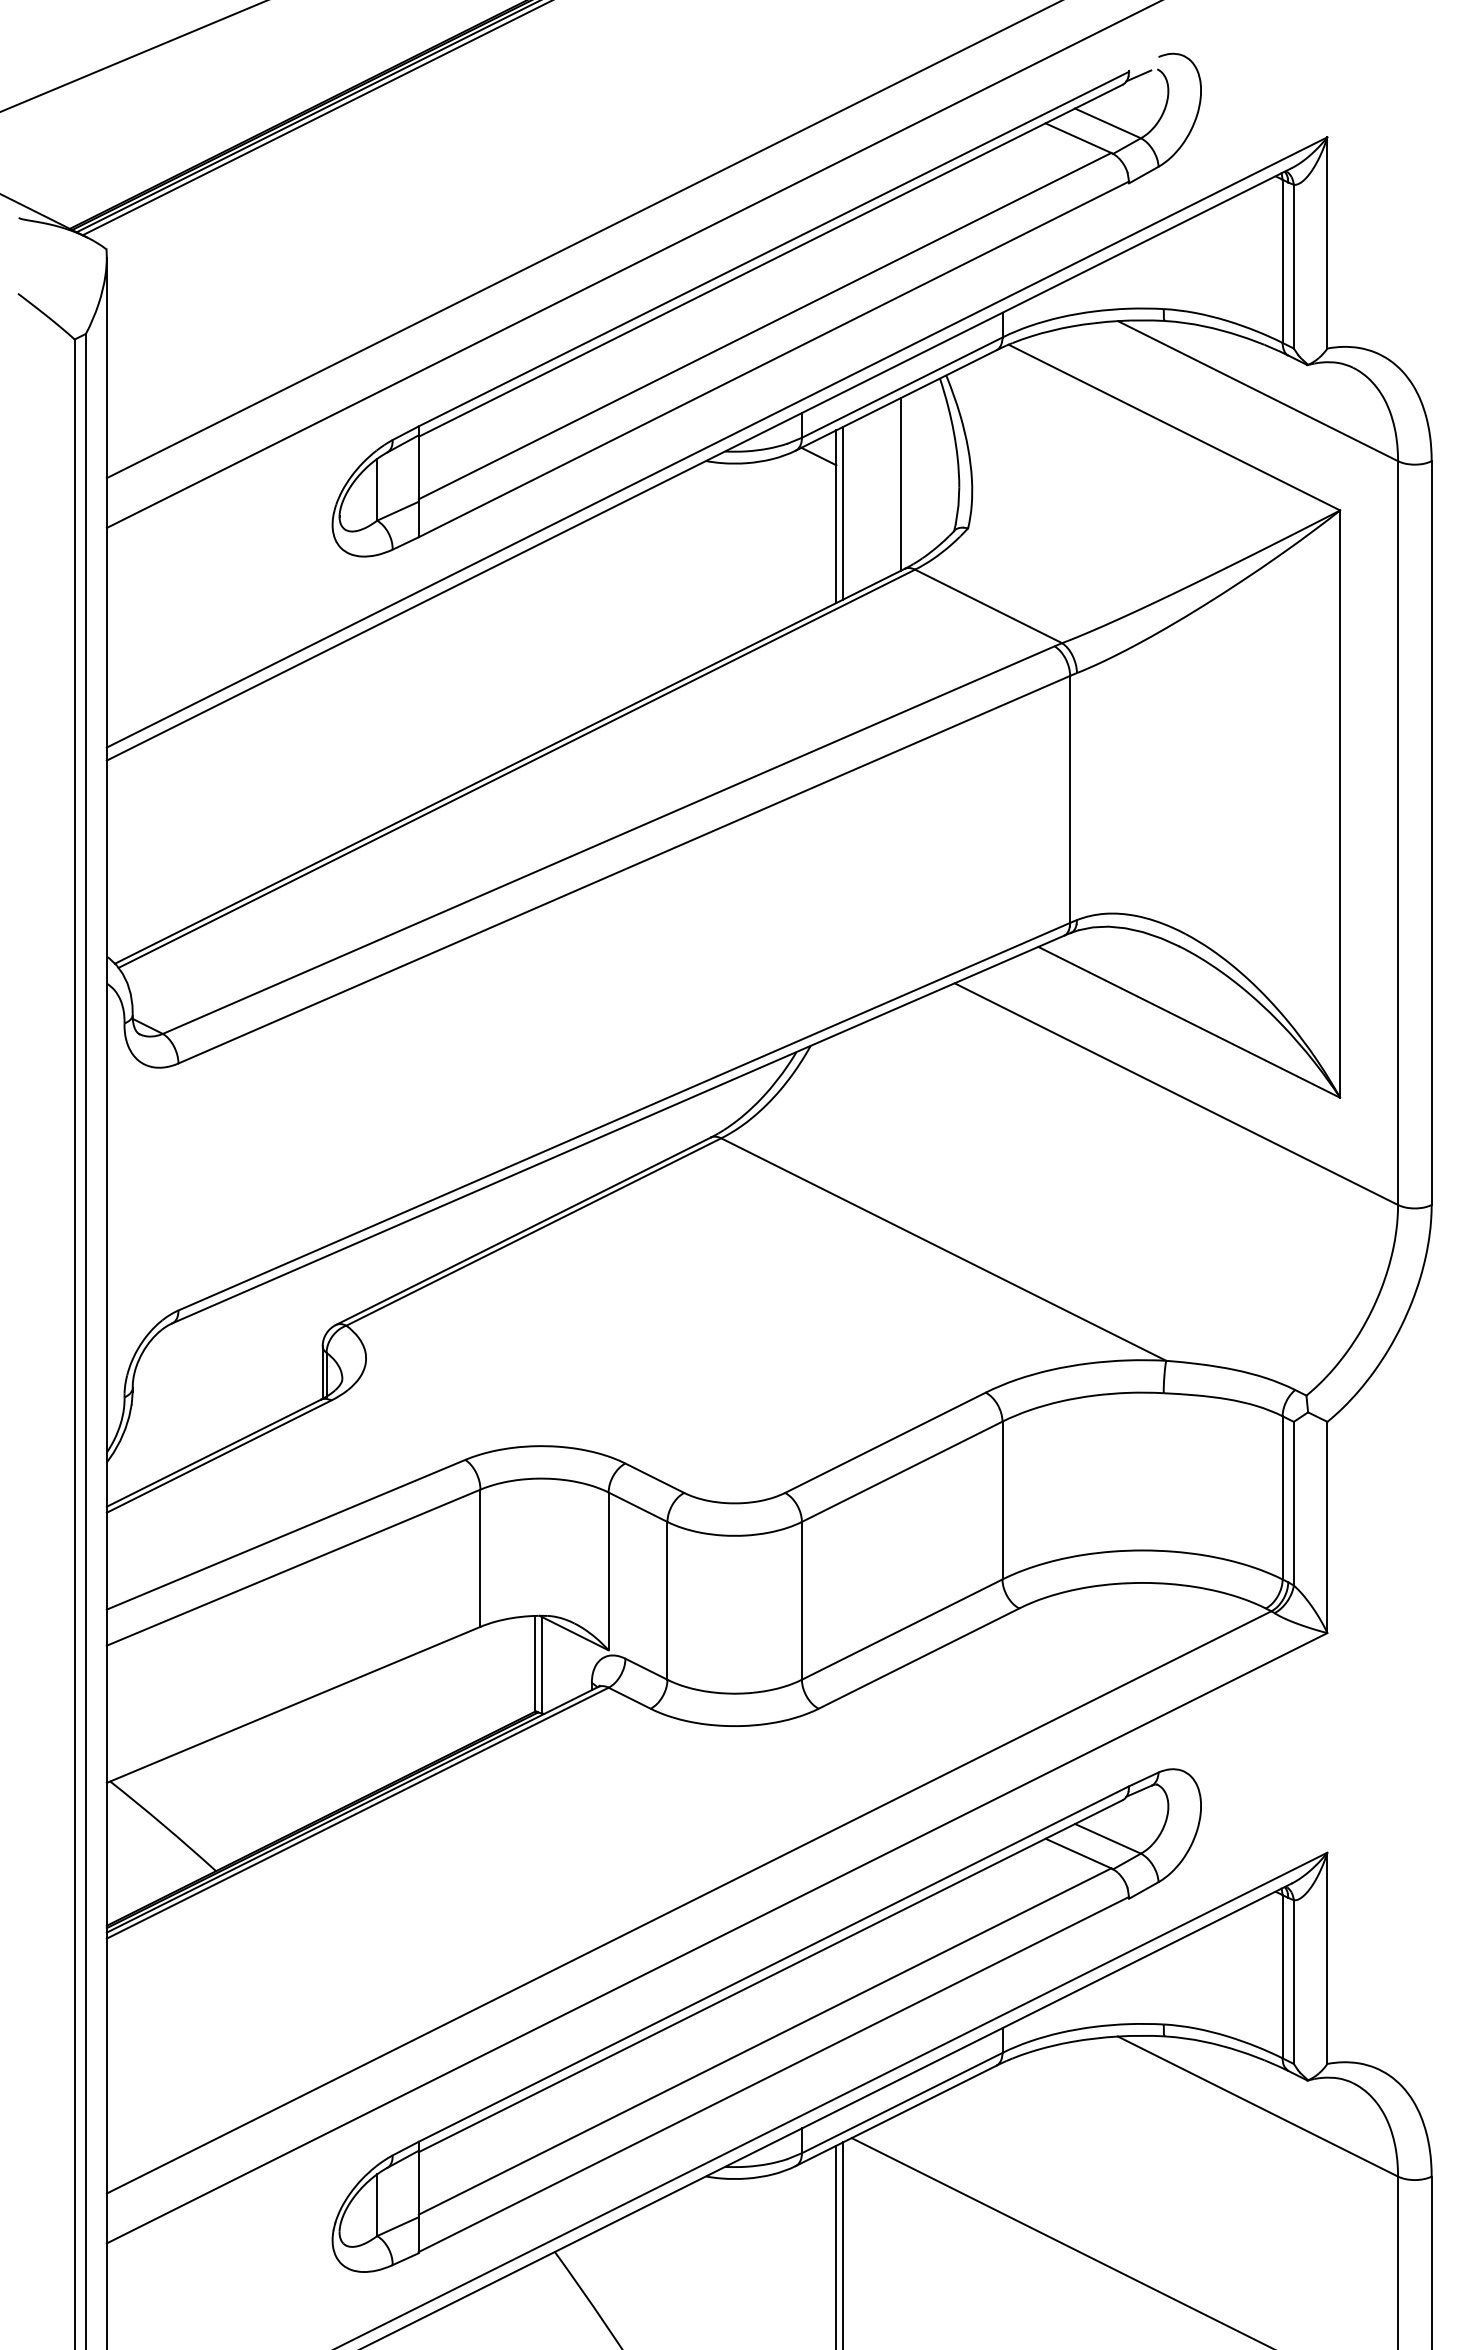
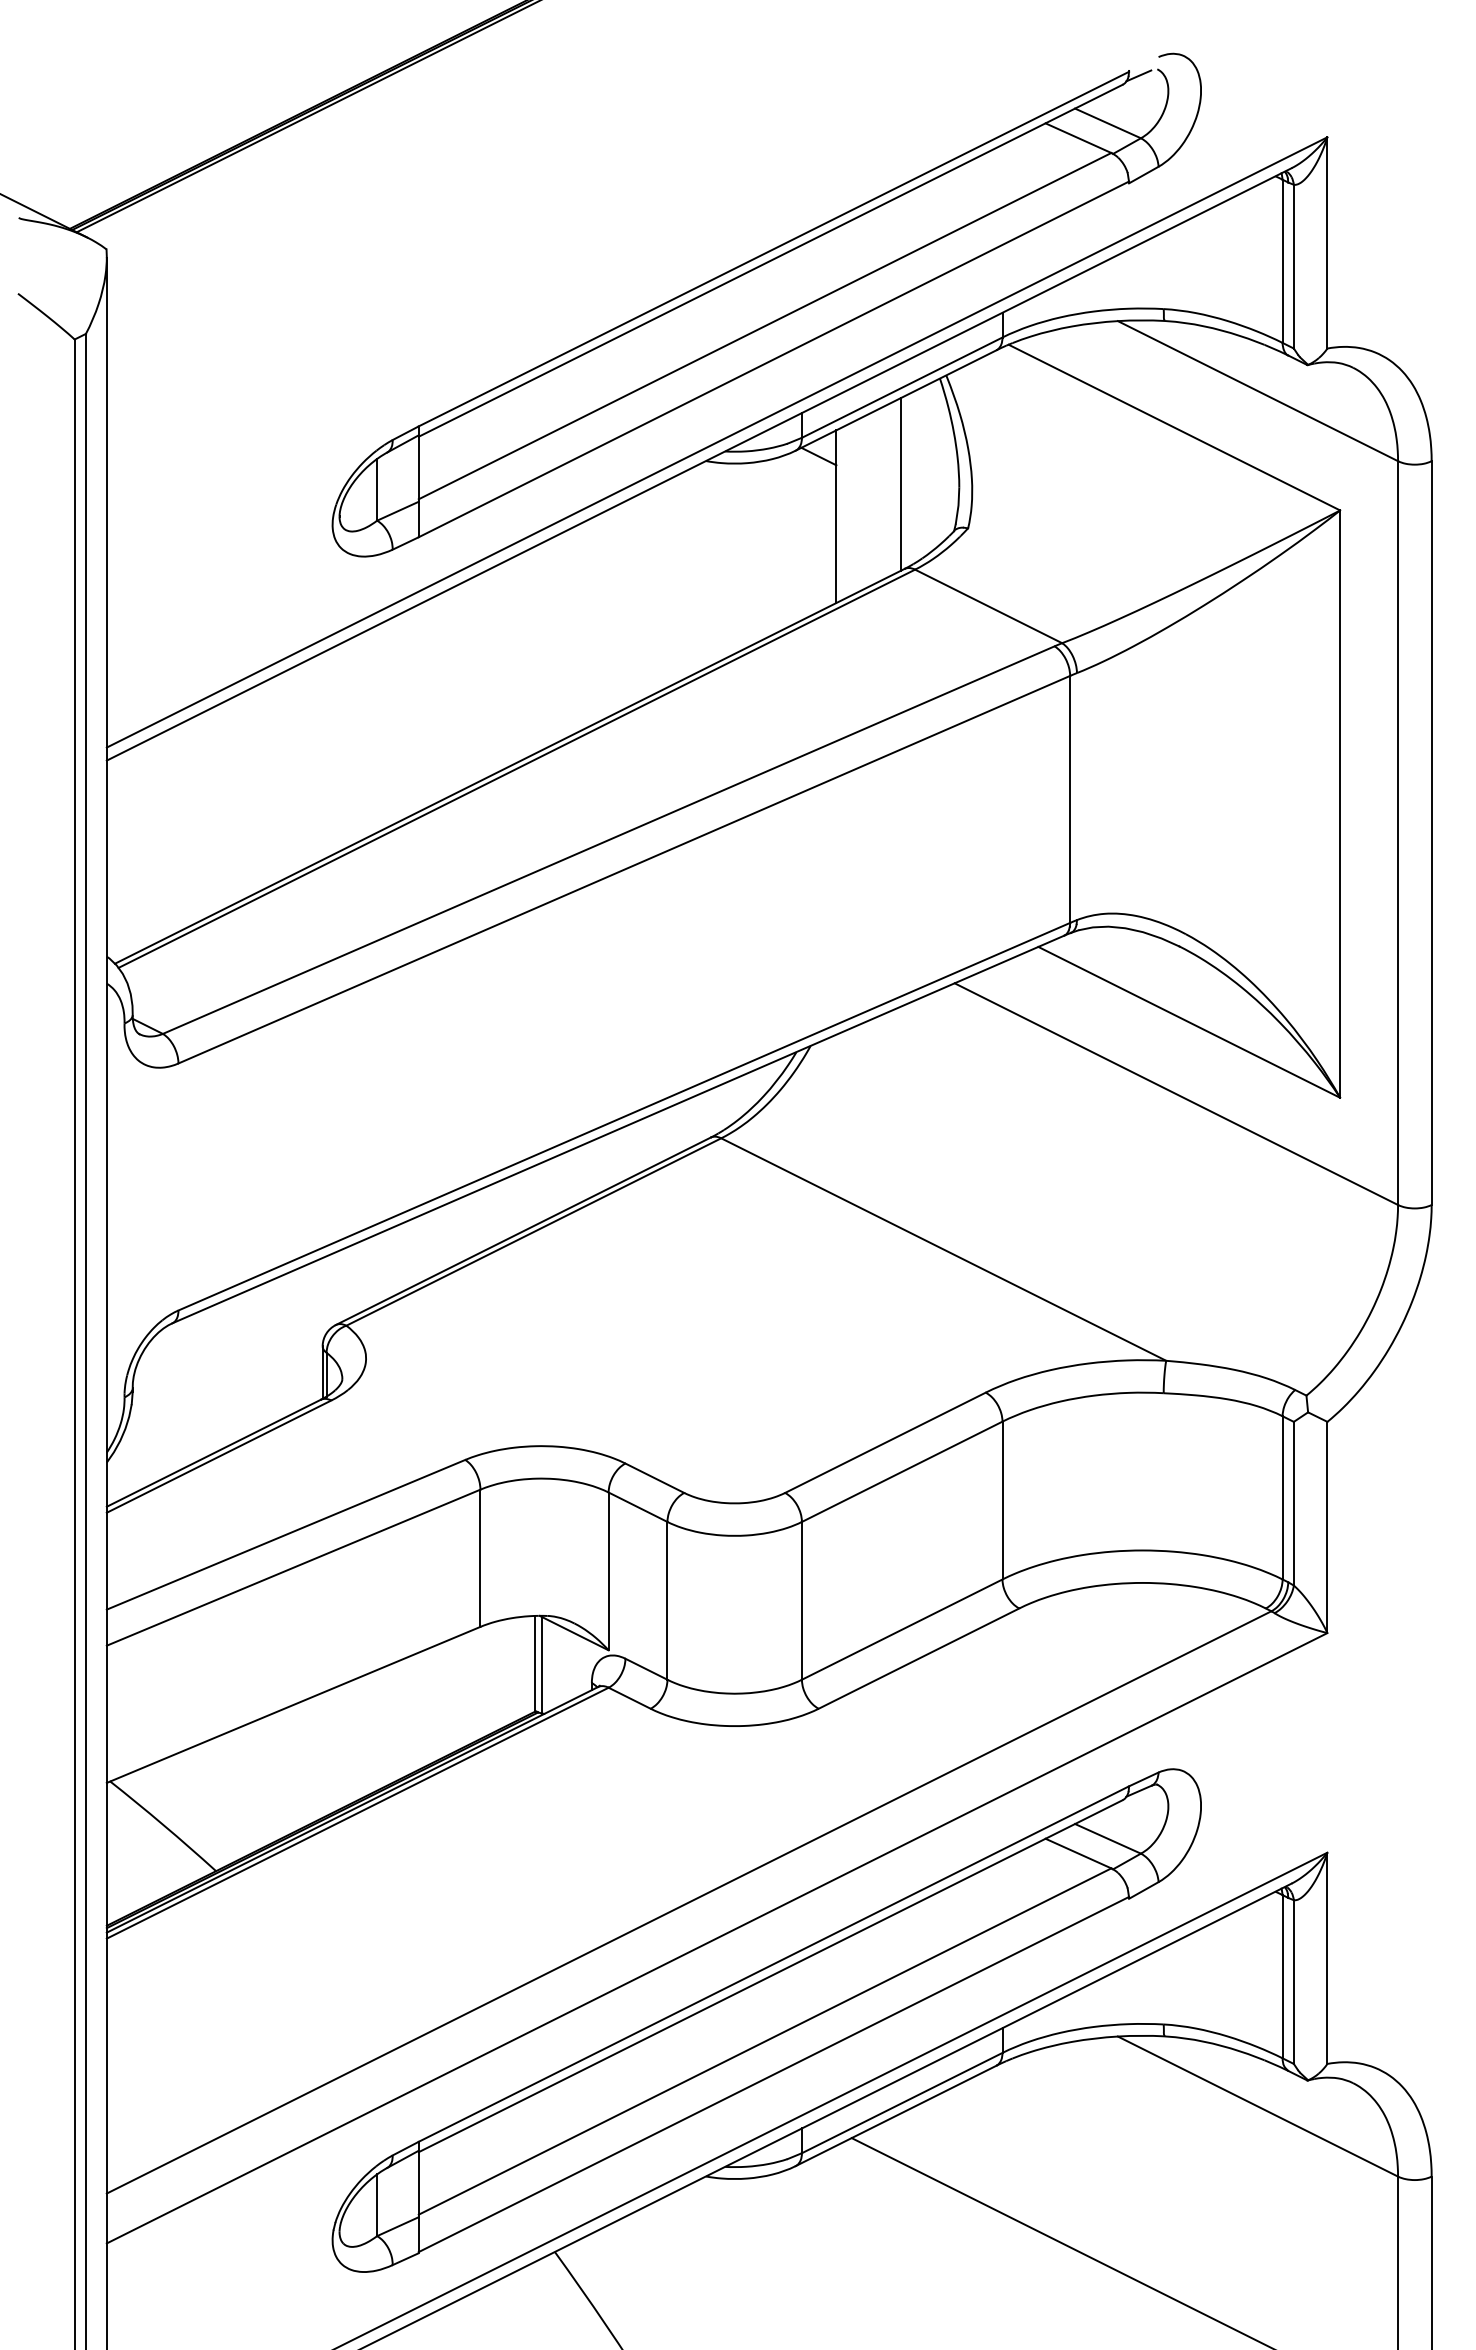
line at (132, 56): present -> none
line at (315, 118): present -> none
line at (582, 240): present -> none
line at (632, 265): present -> none
line at (843, 512): present -> none
line at (843, 2244): present -> none
line at (836, 2245): present -> none
